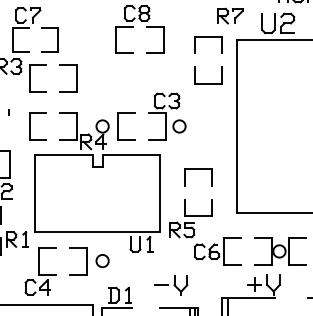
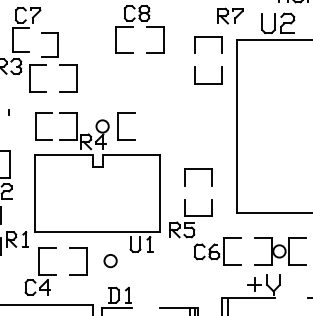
part at (57, 39) position: (57, 39) -> (57, 44)
part at (167, 116): present -> none
part at (30, 126) position: (30, 126) -> (36, 126)
circle at (102, 261) position: (102, 261) -> (110, 261)
part at (171, 285): present -> none
